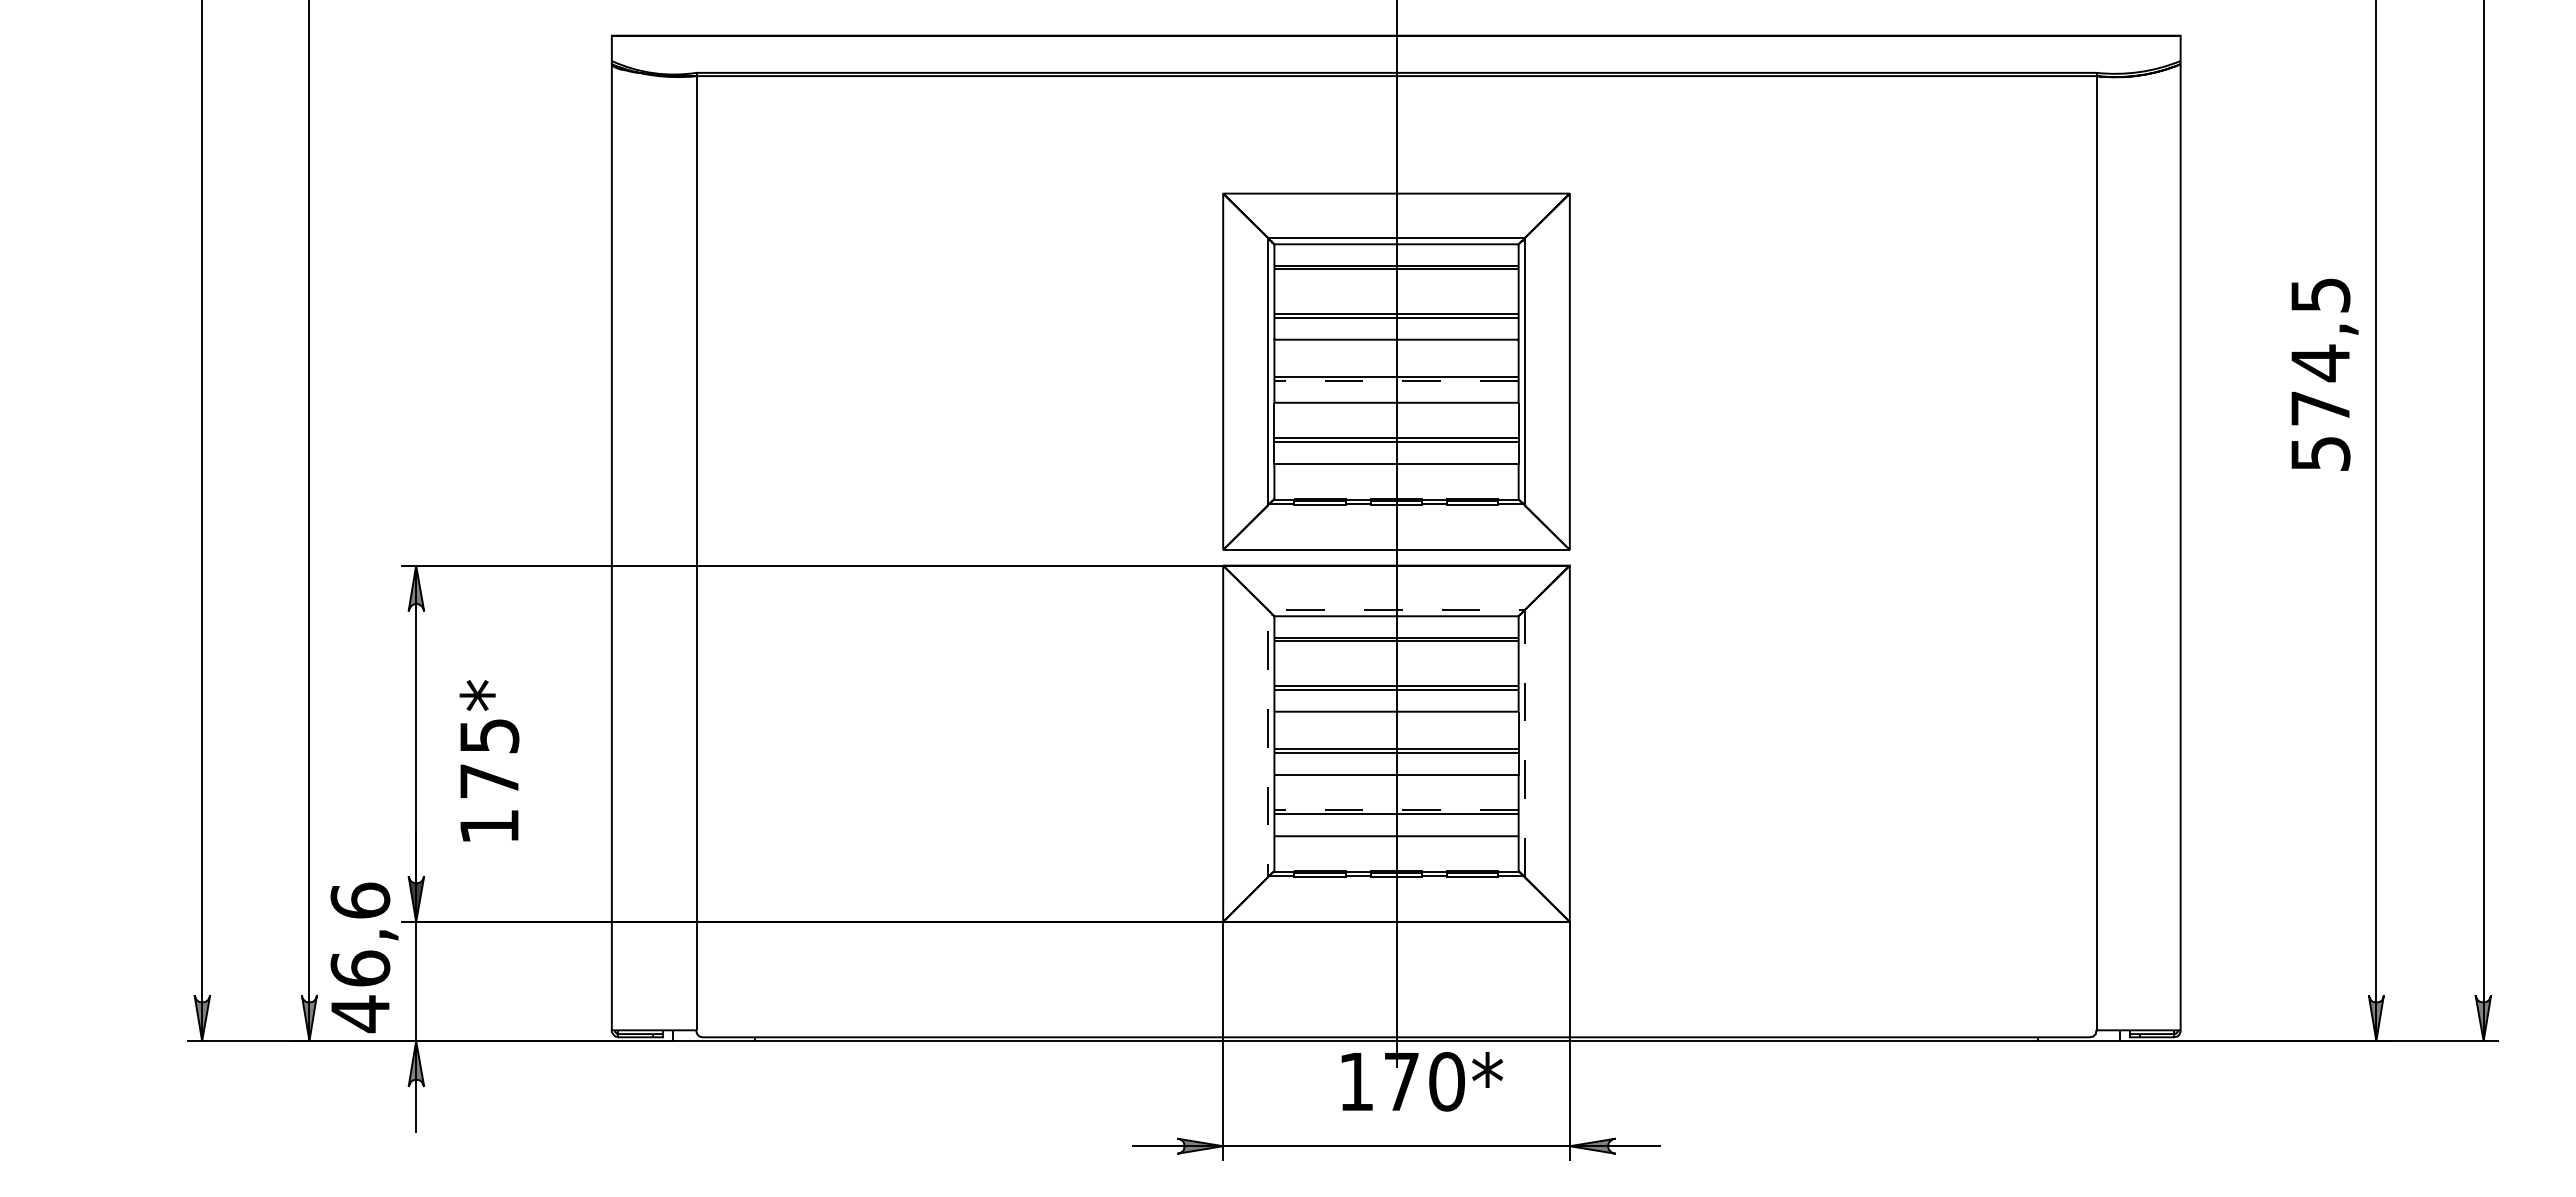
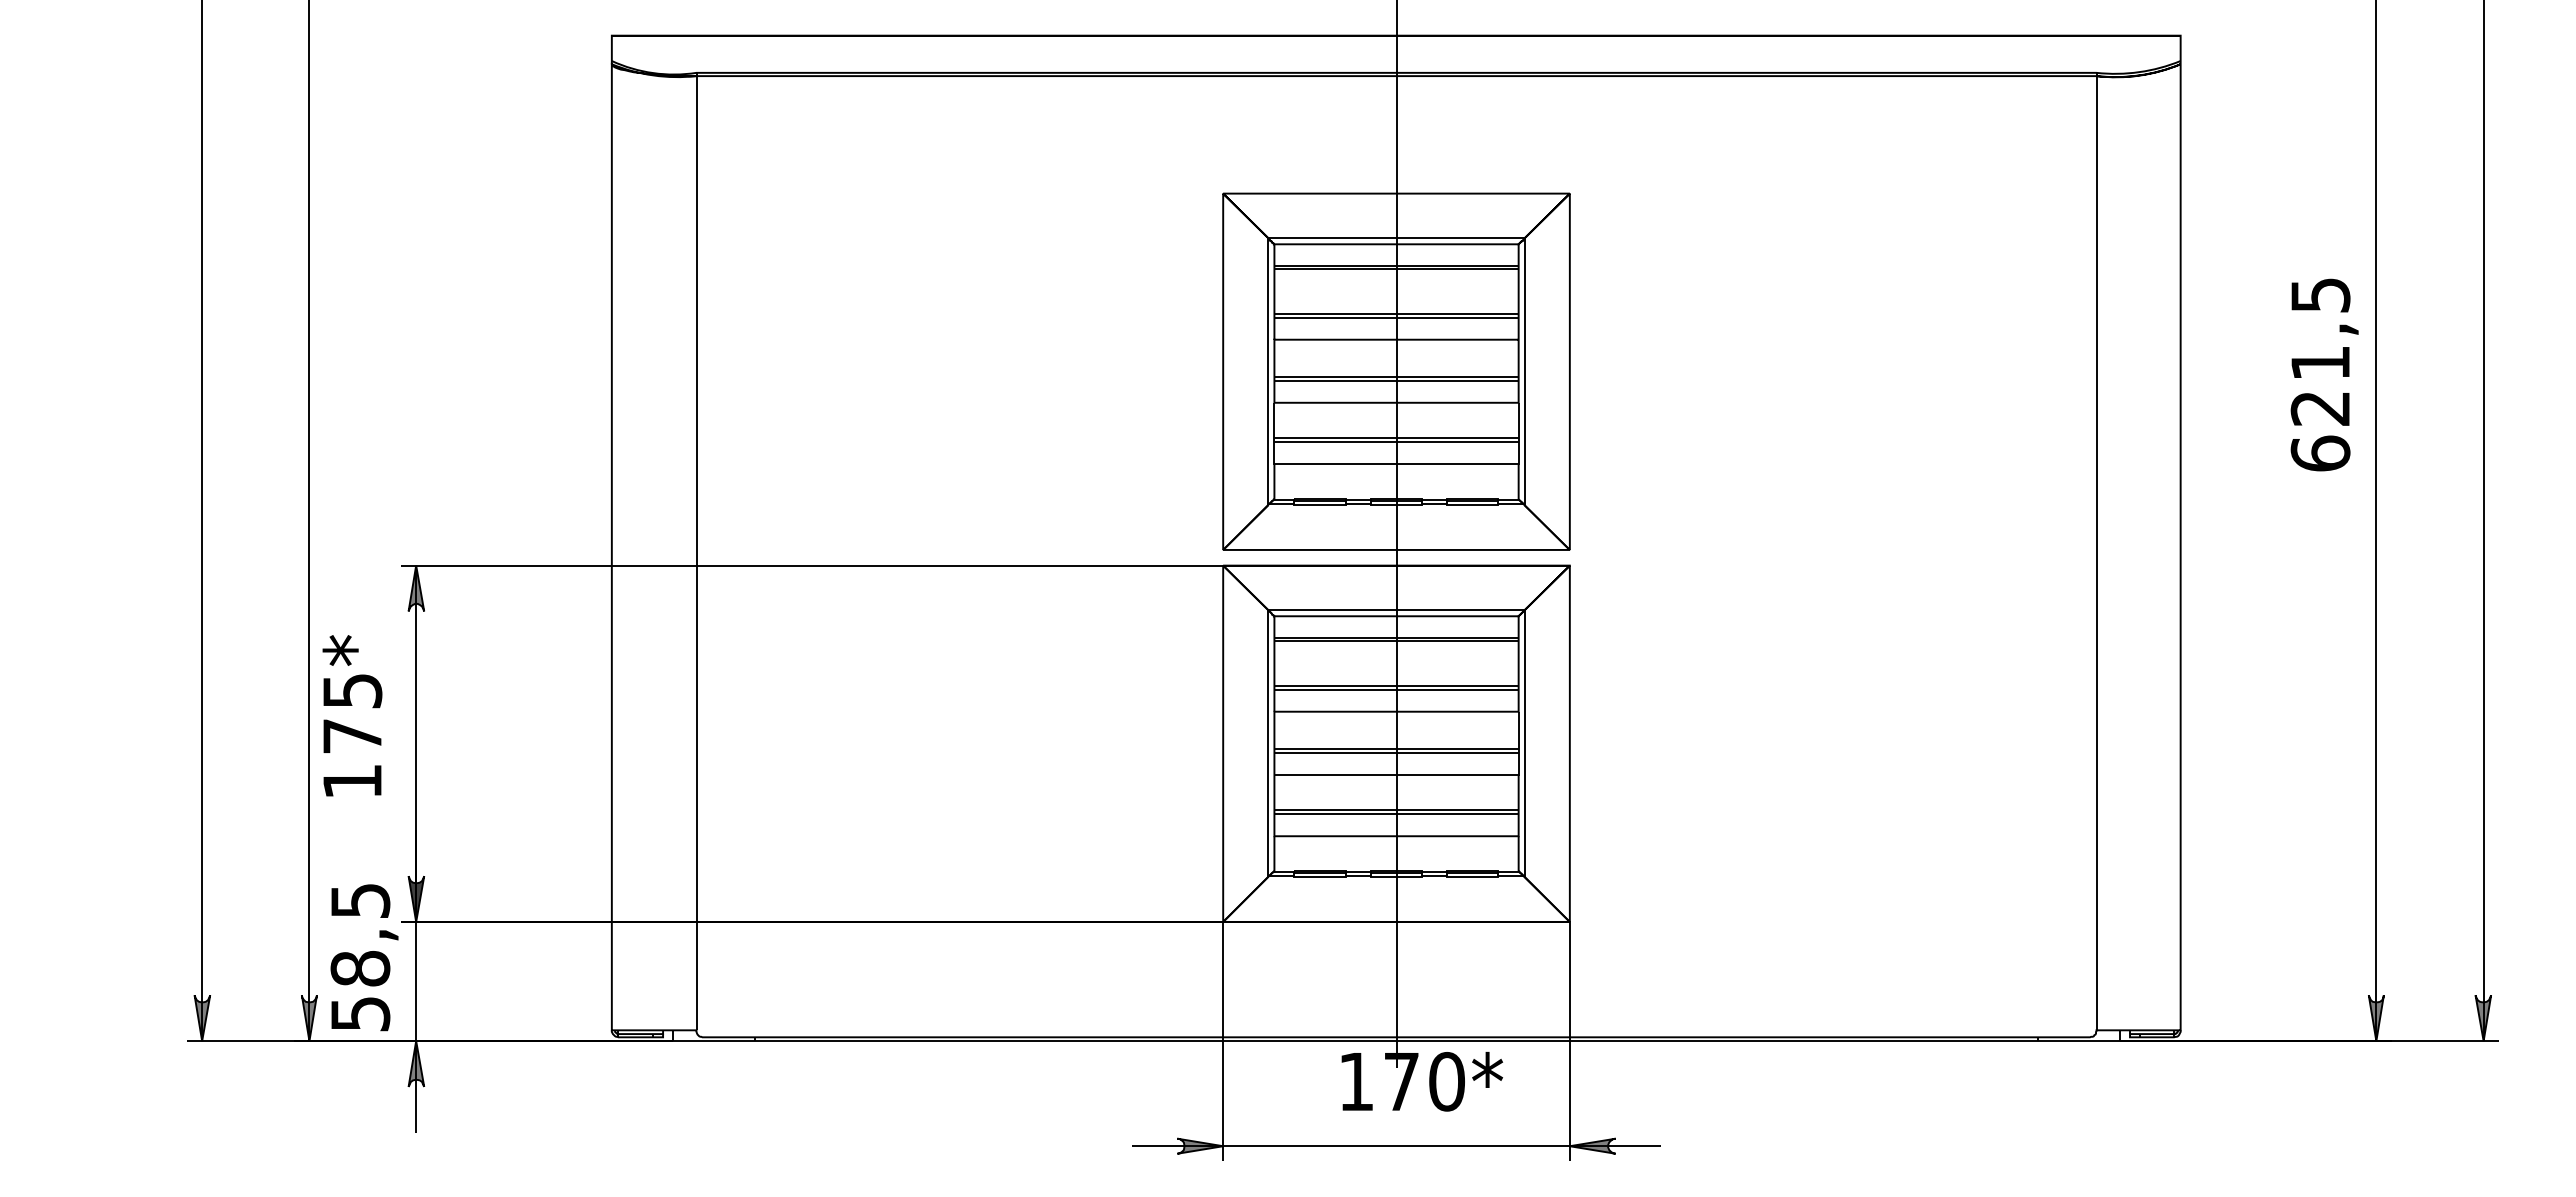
line at (1396, 381): dashed -> solid
text at (2320, 407): 574,5 -> 621,5
line at (1396, 610): dashed -> solid
text at (489, 760) position: (489, 760) -> (352, 715)
line at (1396, 809): dashed -> solid
text at (360, 957): 46,6 -> 58,5
